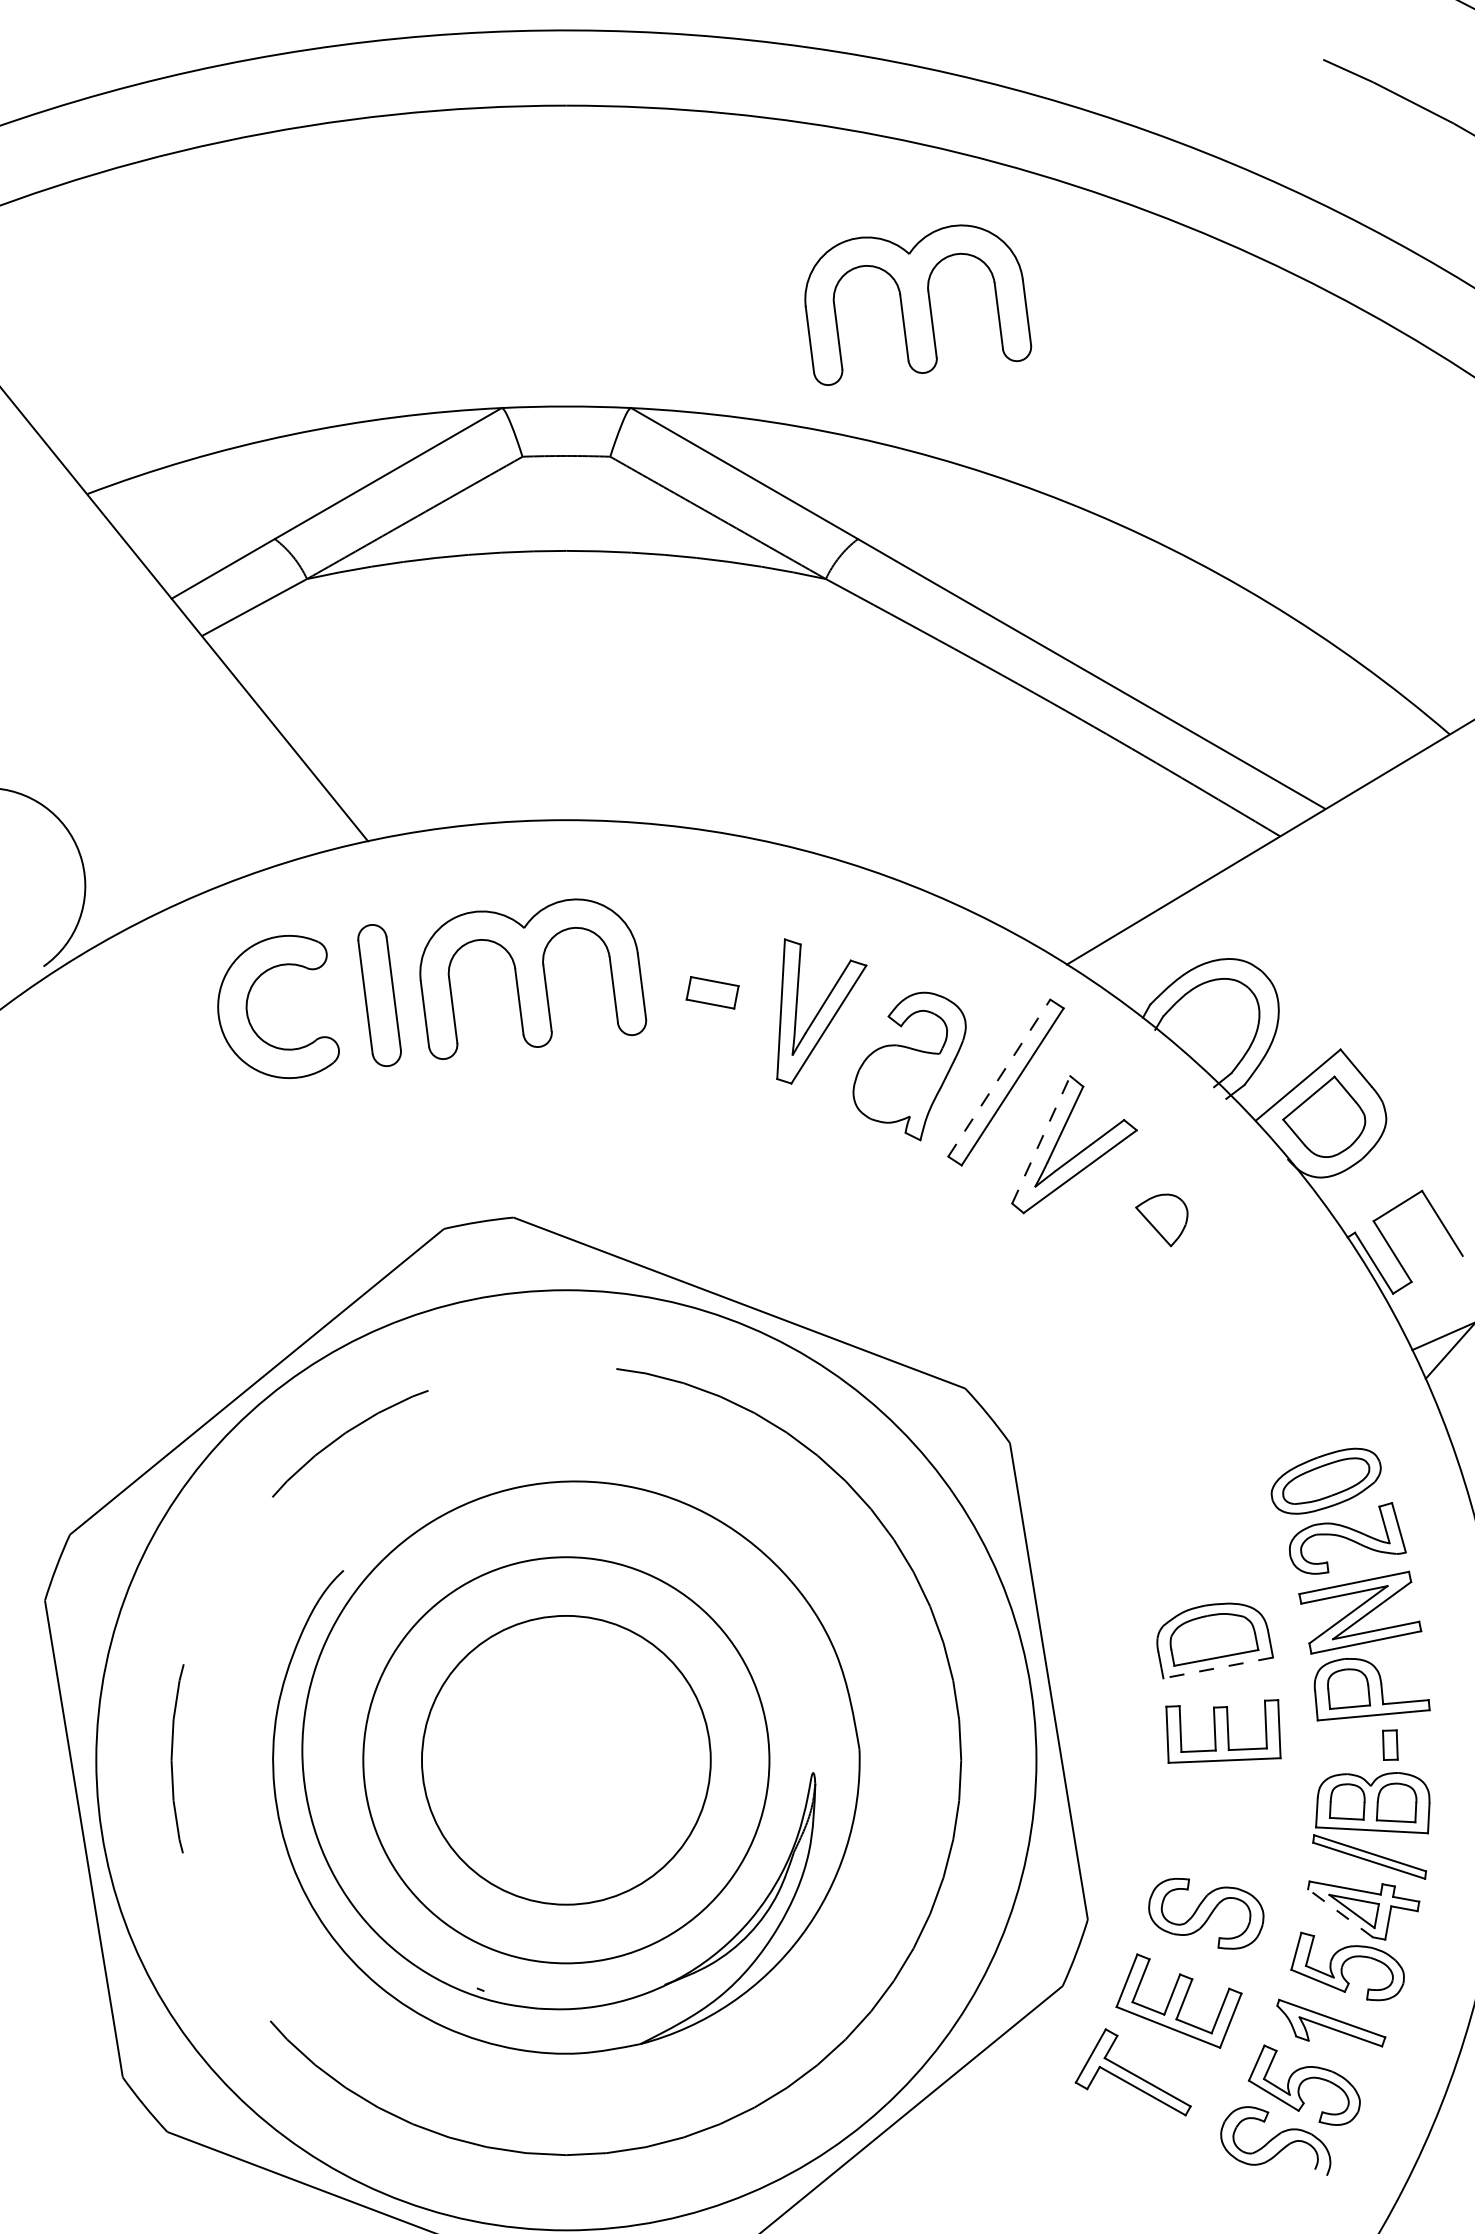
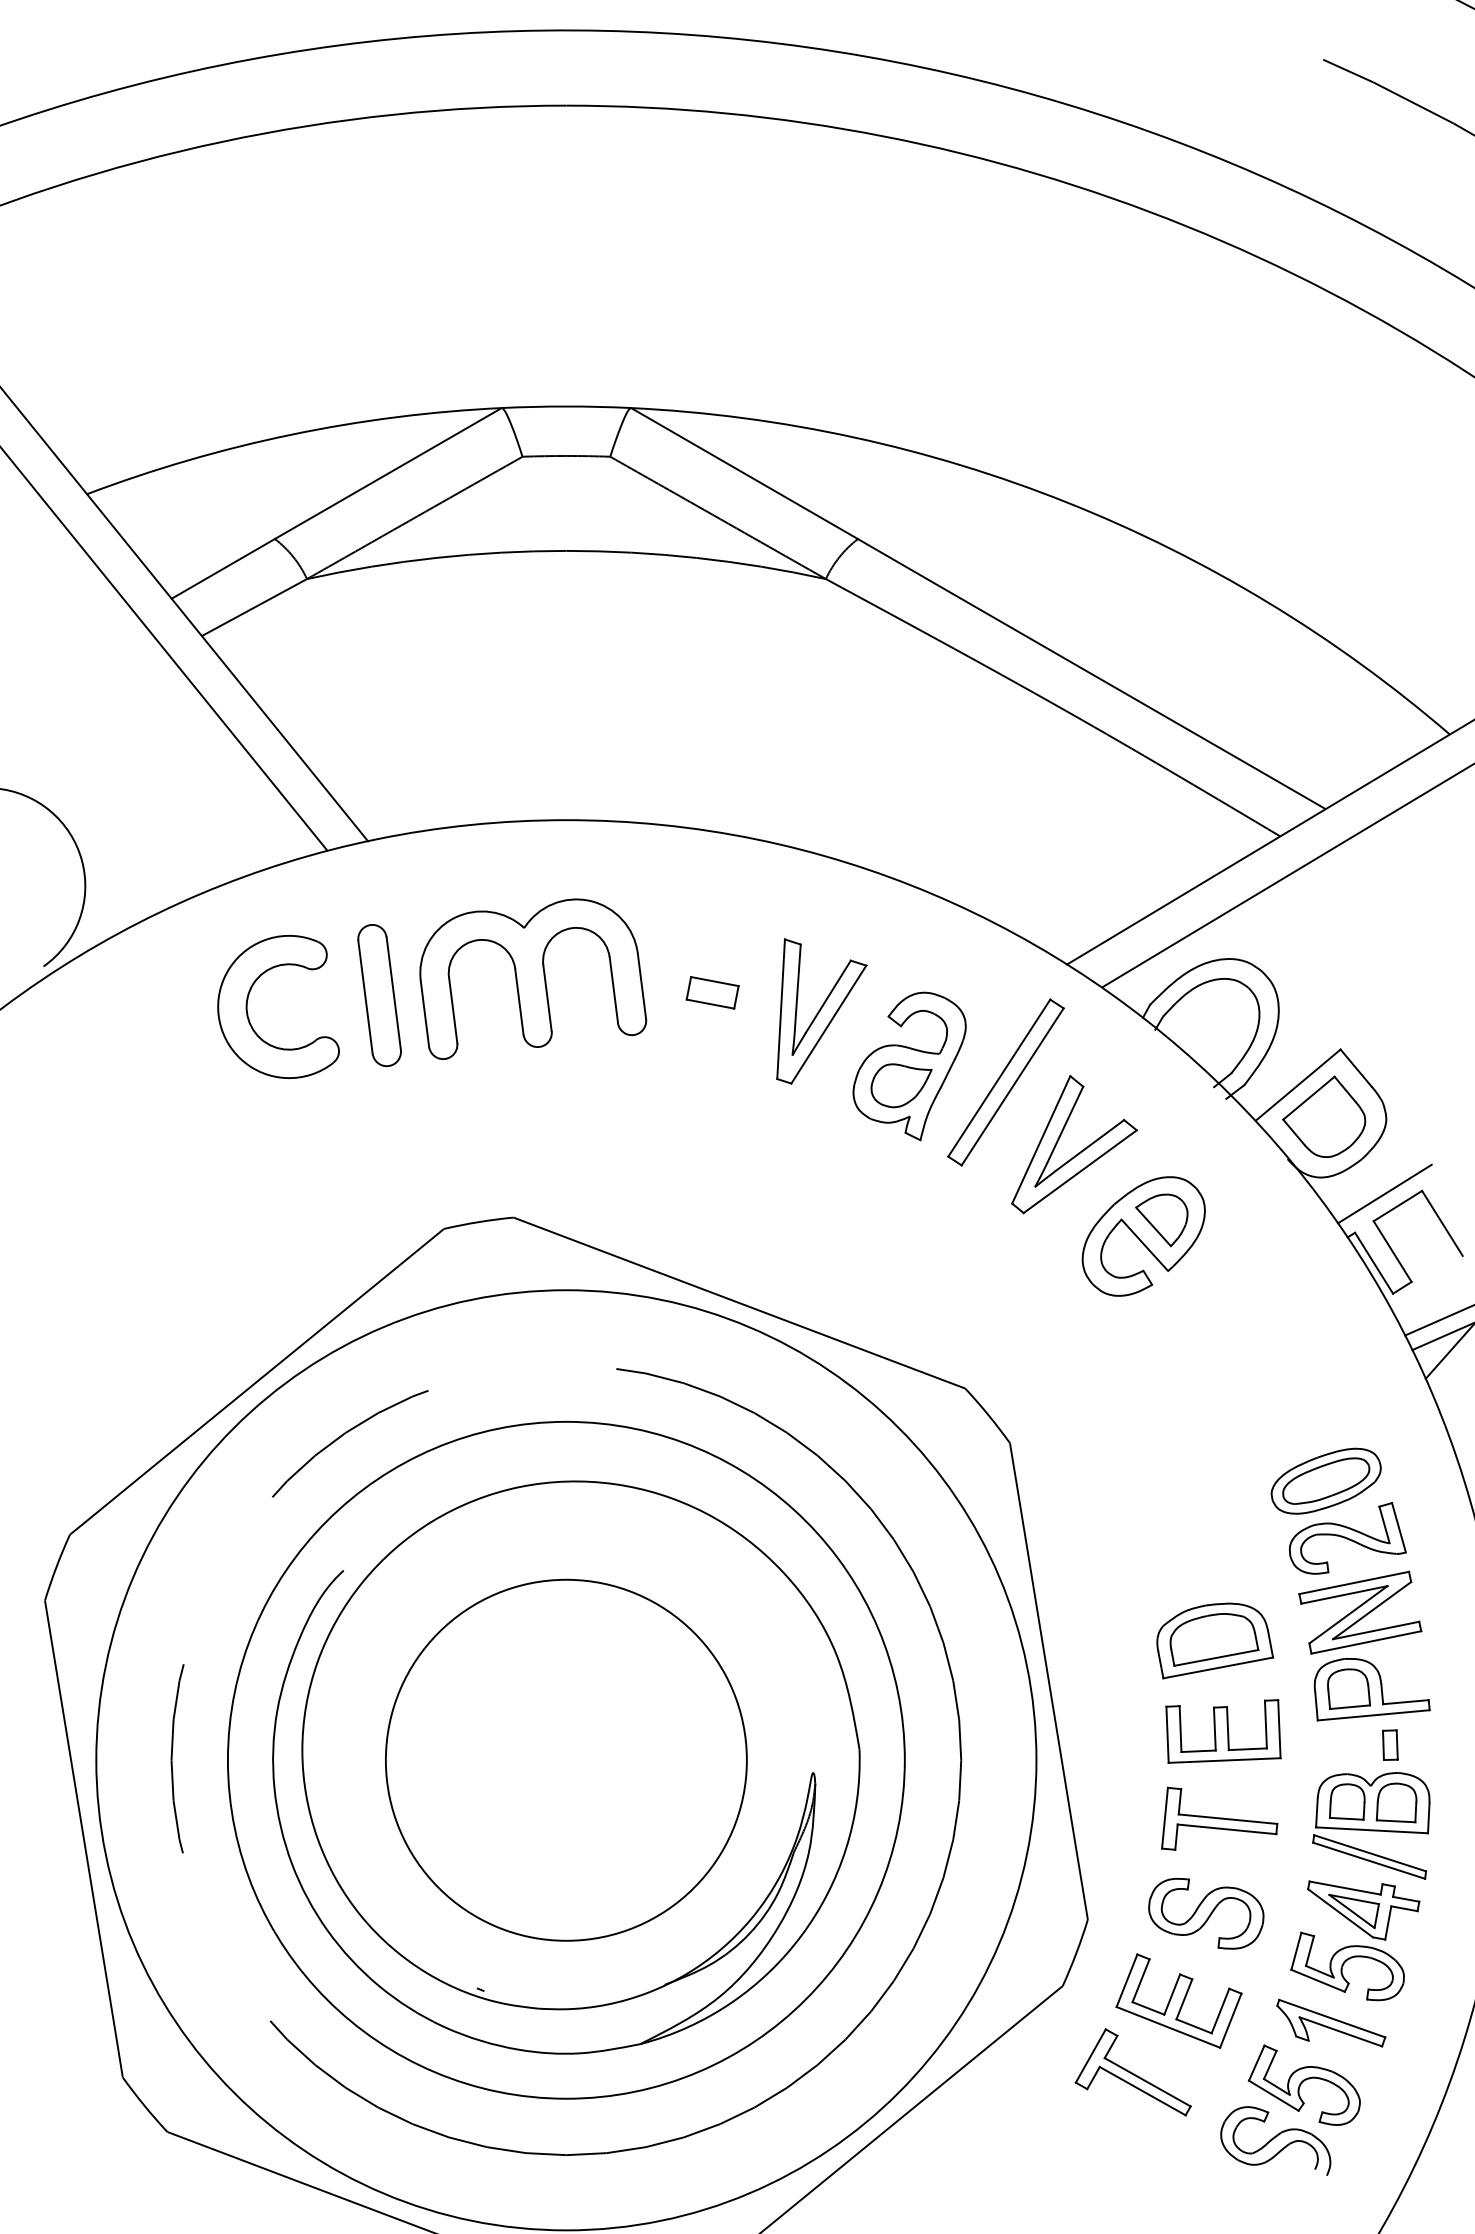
part at (918, 304): present -> none
line at (164, 650): none -> present
line at (1286, 876): none -> present
line at (999, 1078): dashed -> solid
part at (901, 1085): none -> present
line at (1041, 1139): dashed -> solid
line at (1384, 1193): none -> present
part at (1143, 1236): none -> present
line at (1438, 1320): none -> present
line at (1218, 1667): dashed -> solid
circle at (565, 1759) diameter: 289 px -> 361 px
circle at (566, 1760) diameter: 406 px -> 677 px
part at (1219, 1818): none -> present
line at (1340, 1912): dashed -> solid
